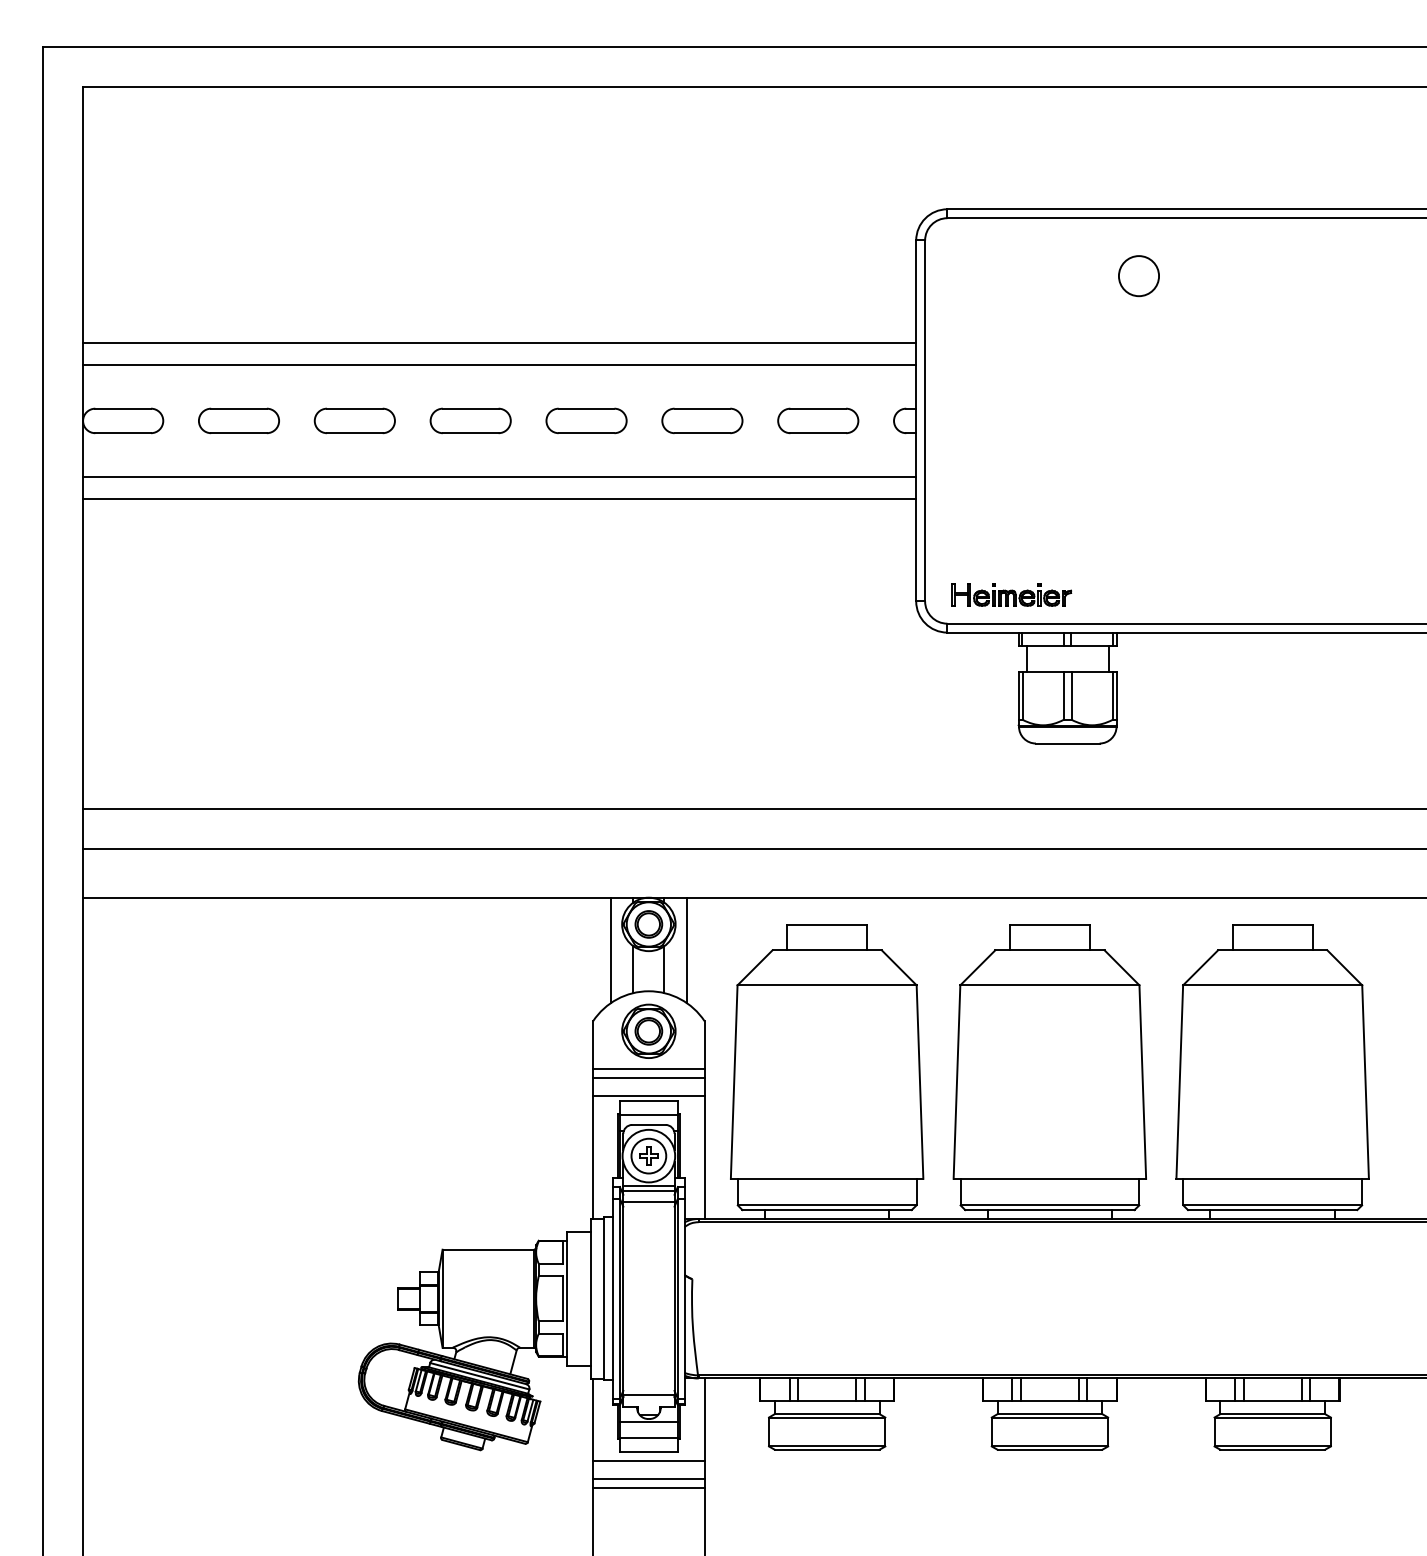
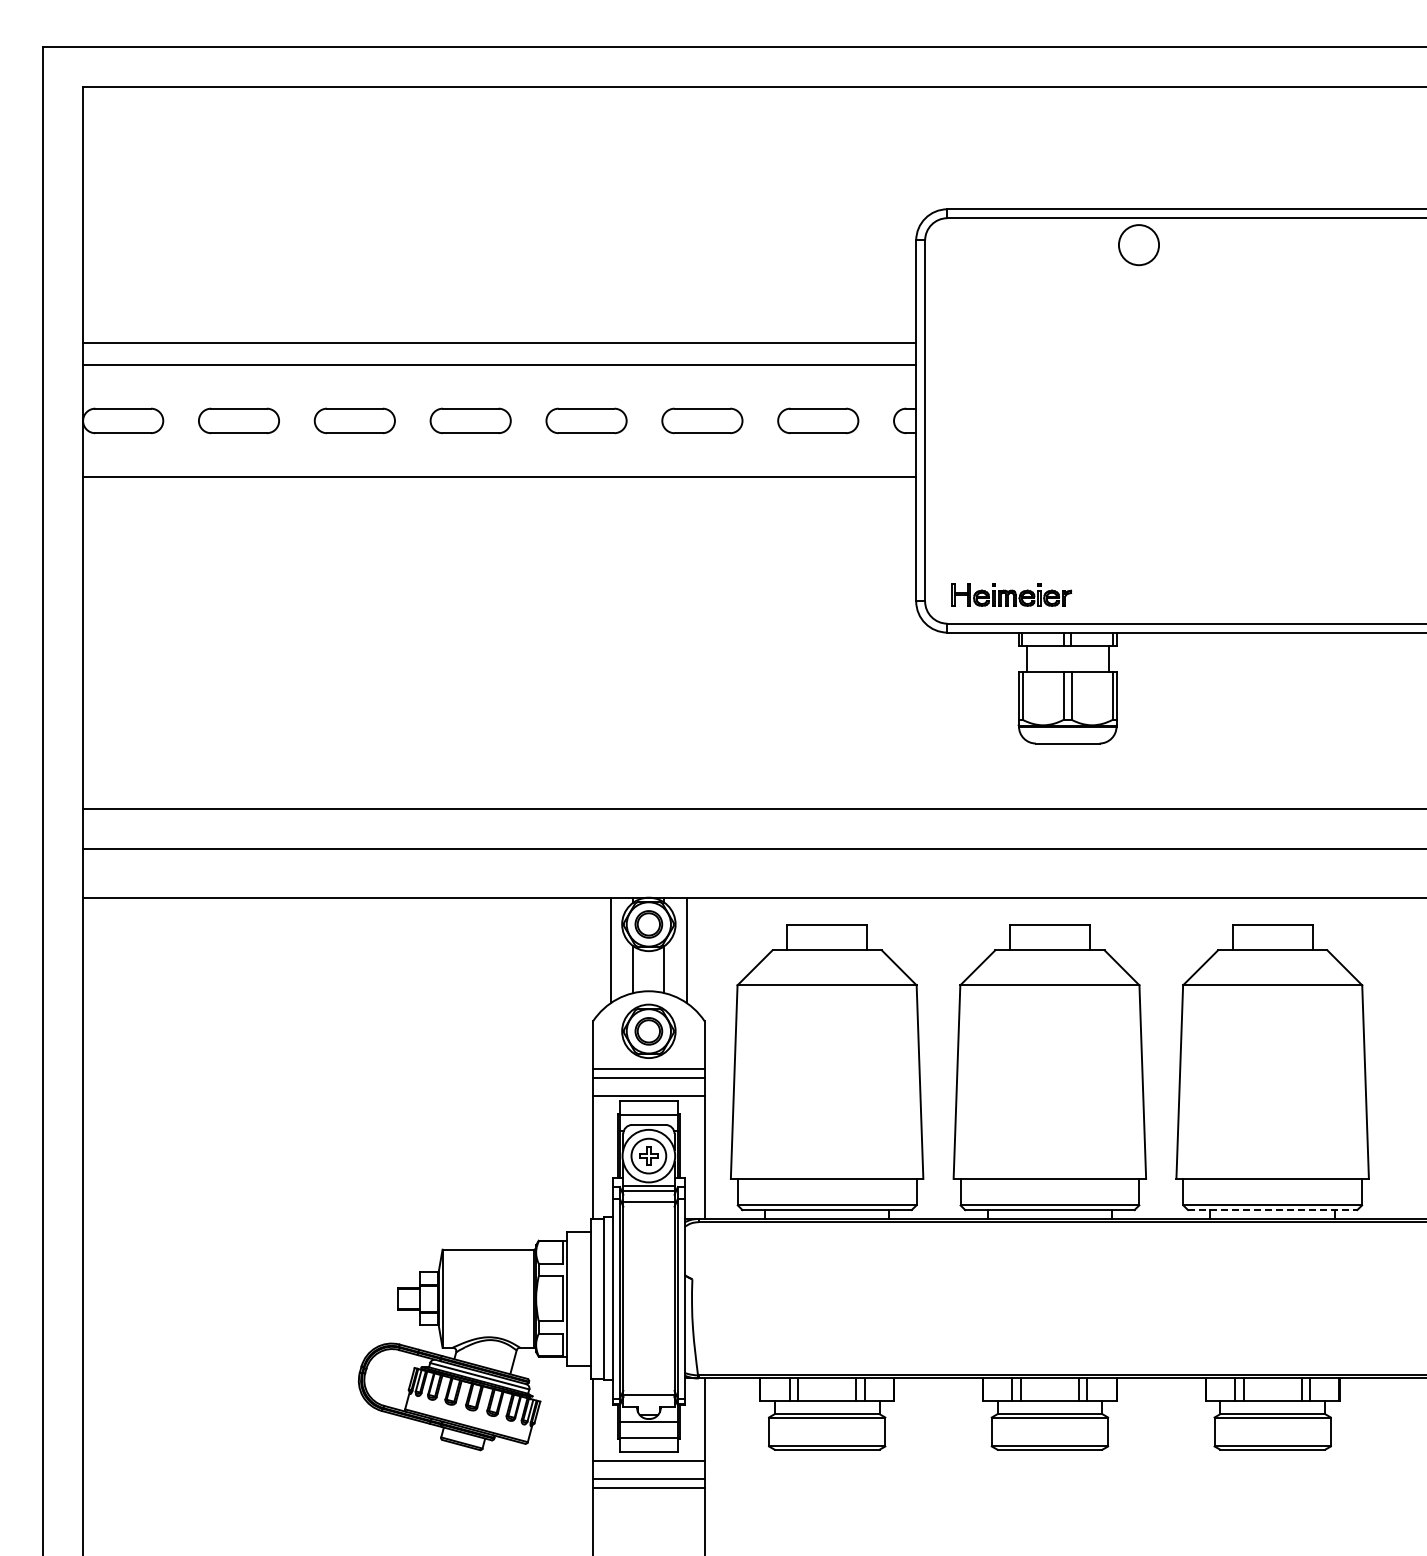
circle at (1138, 276) position: (1138, 276) -> (1138, 245)
line at (499, 498): present -> none
line at (1272, 1210): solid -> dashed
